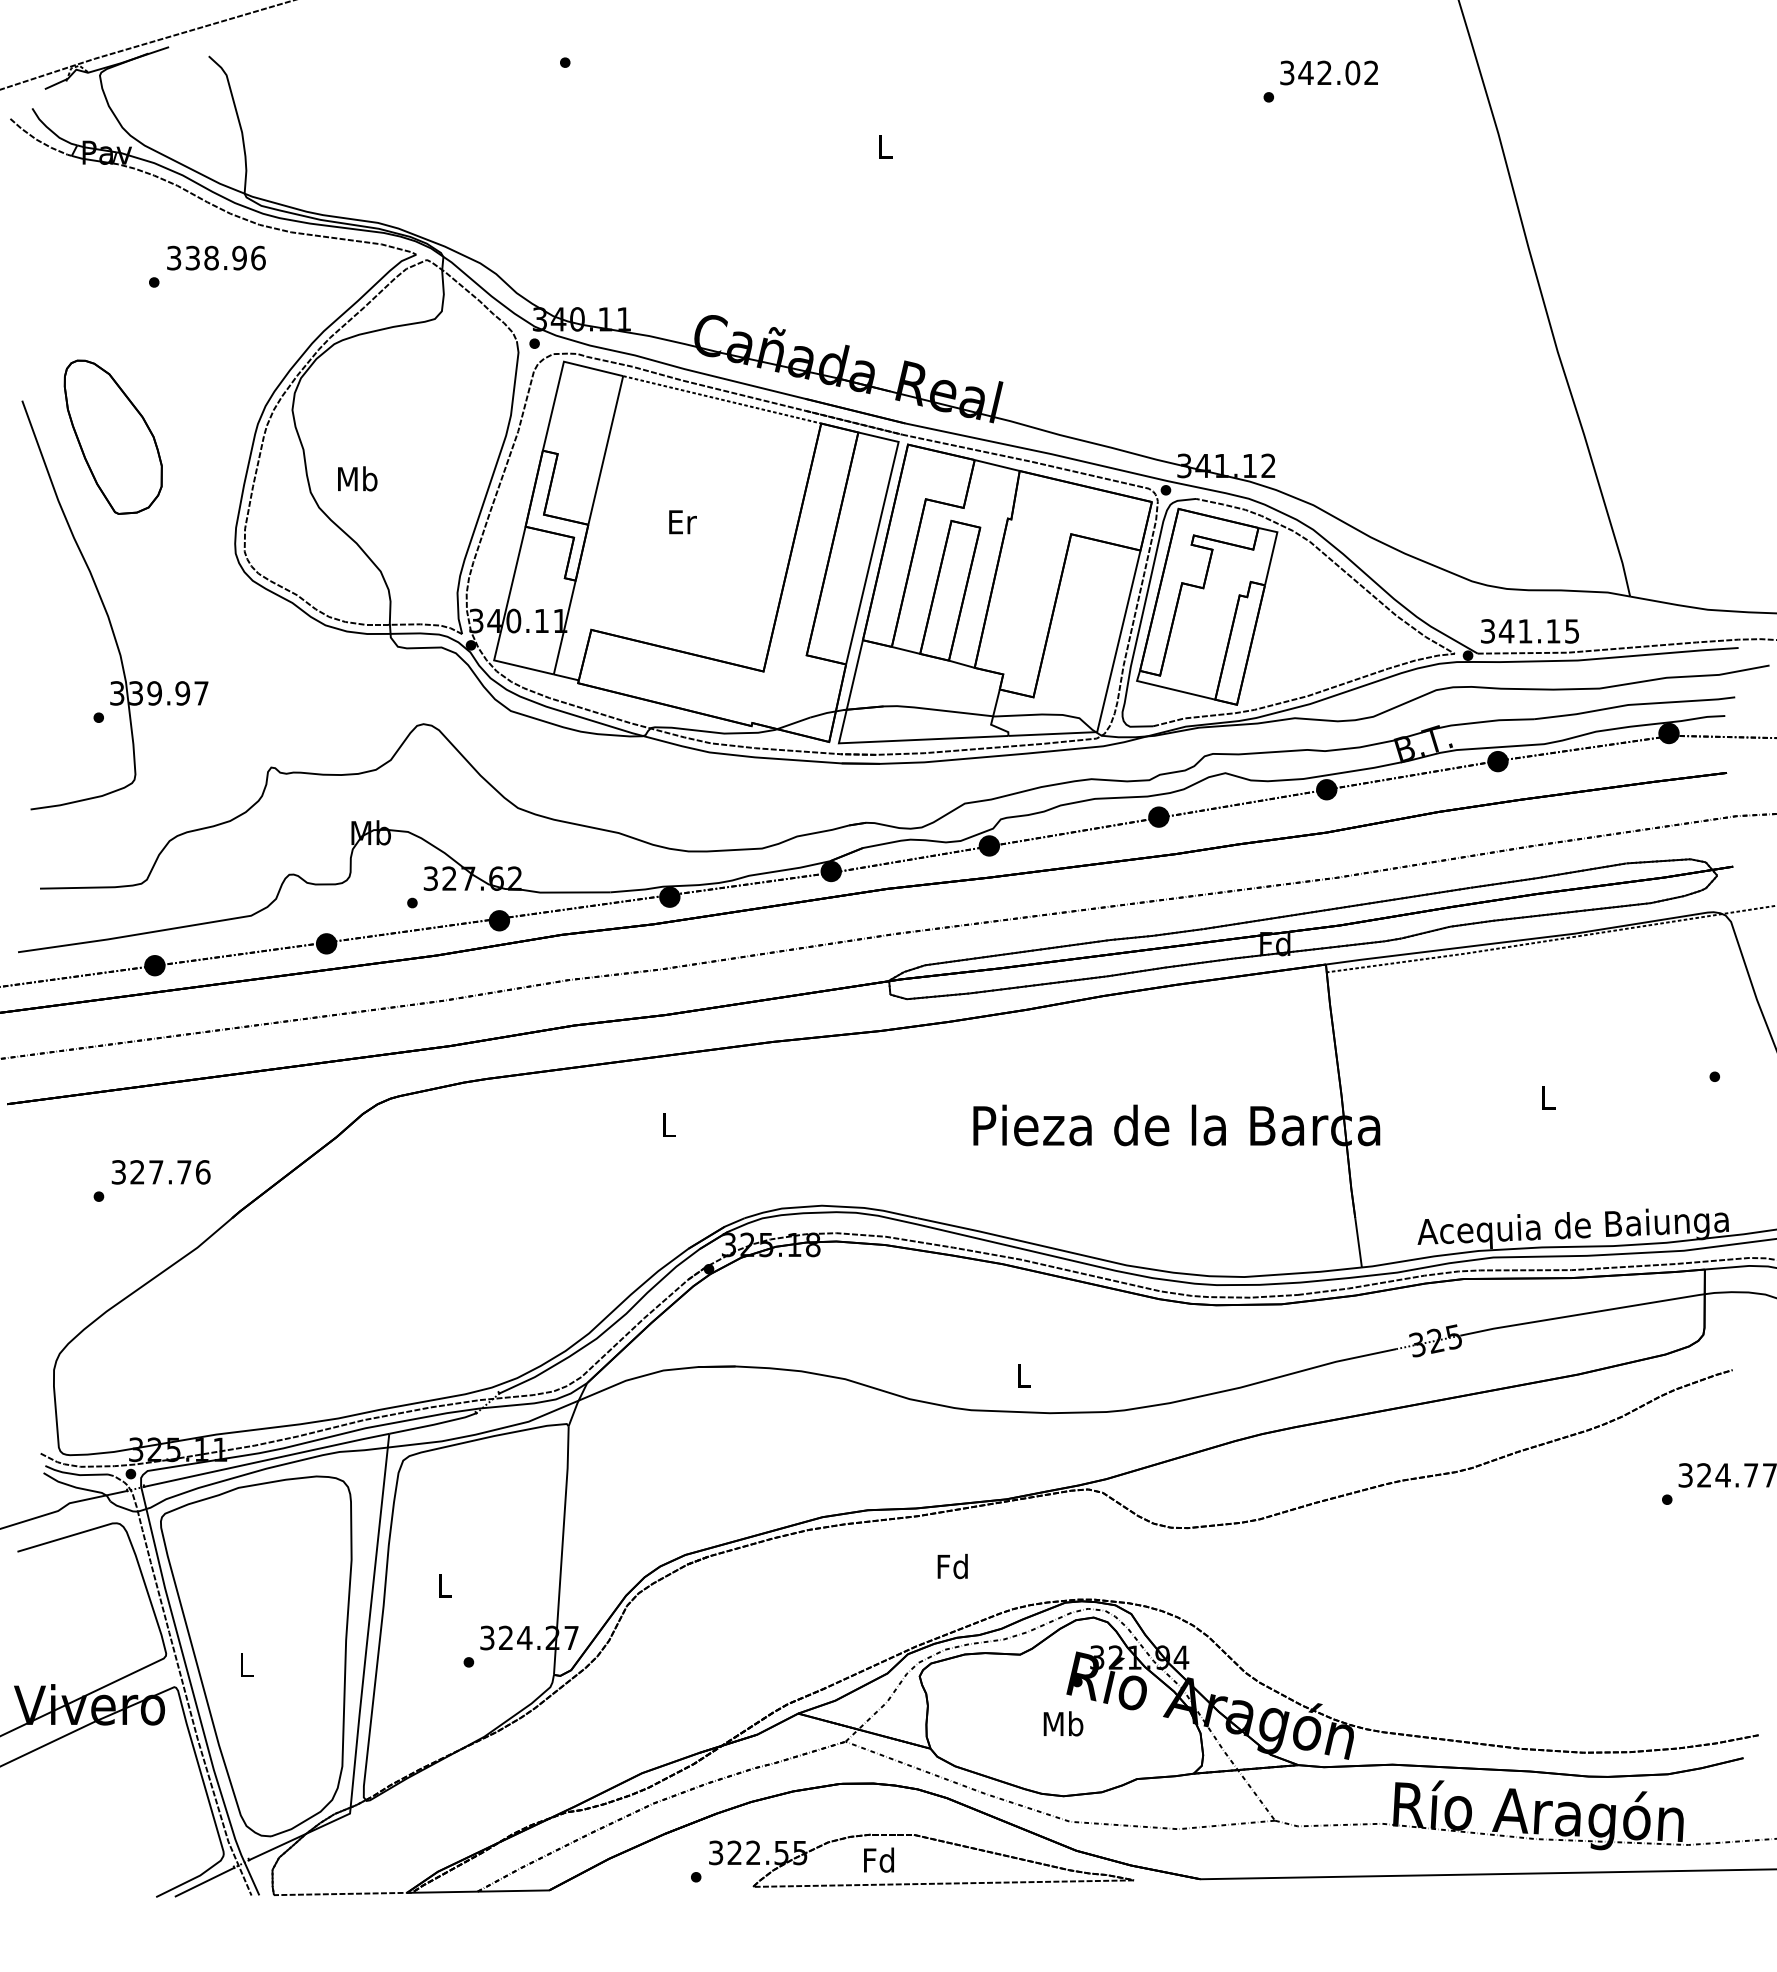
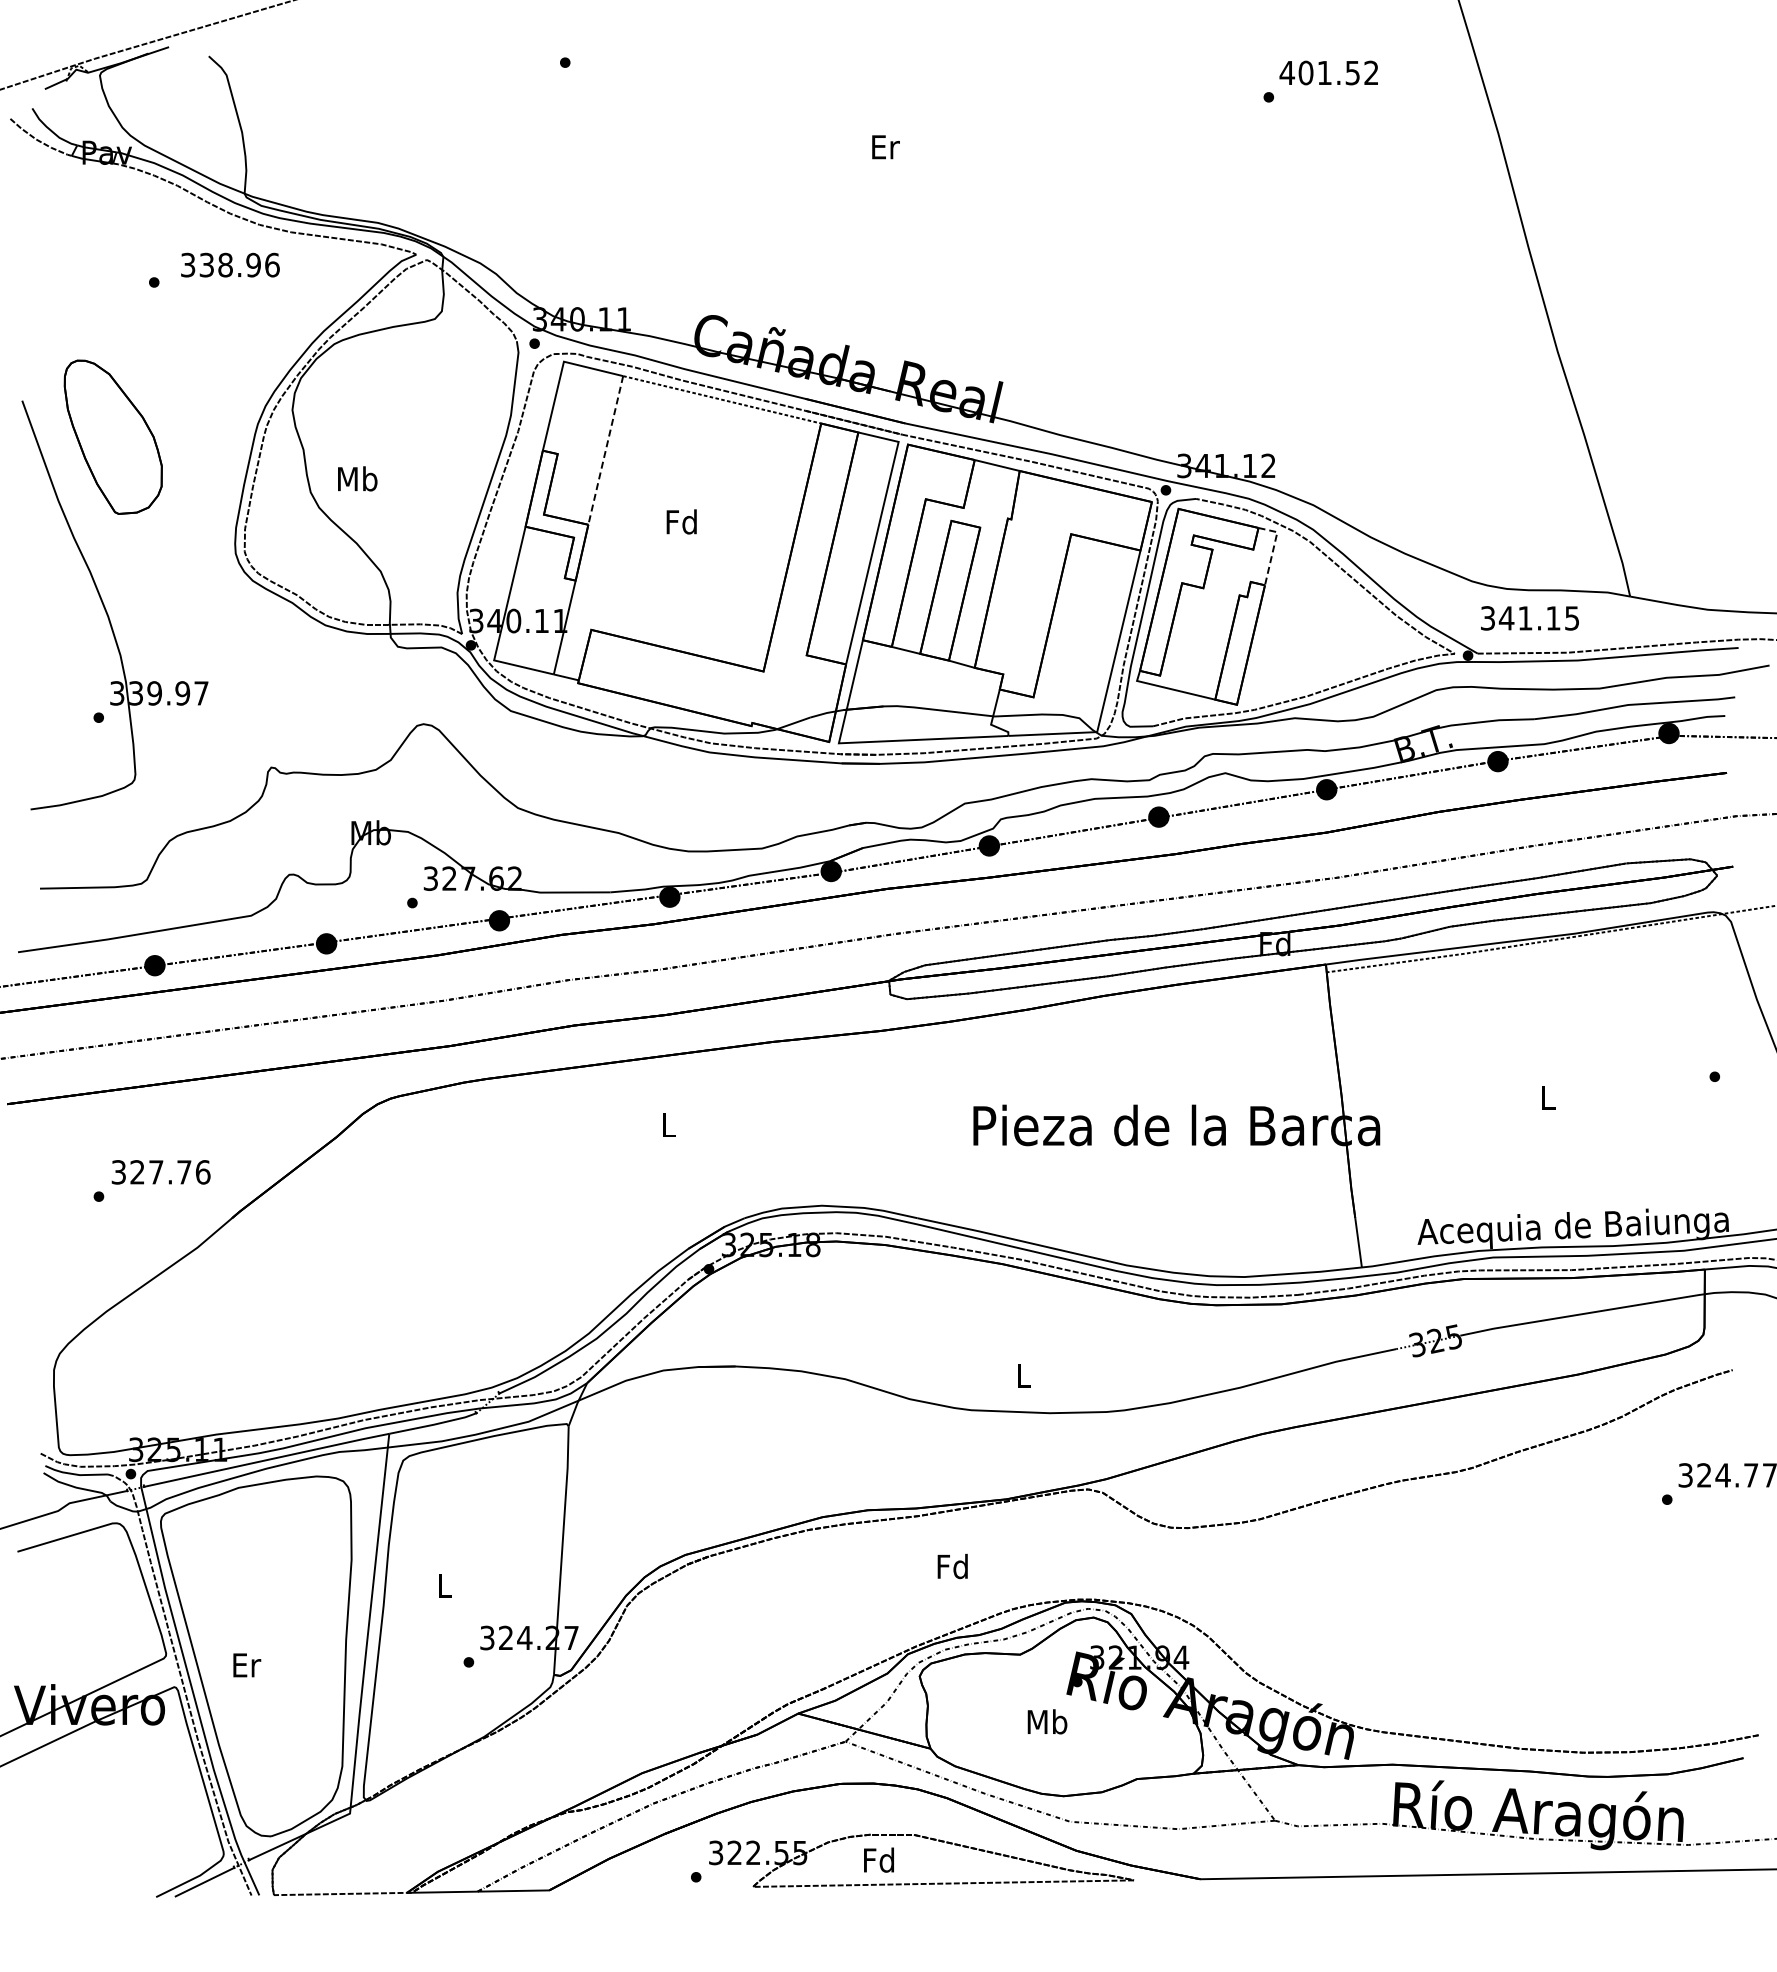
text at (1319, 72): 342.02 -> 401.52
text at (885, 147): L -> Er
text at (216, 257) position: (216, 257) -> (230, 264)
line at (605, 450): solid -> dashed
text at (681, 521): Er -> Fd
line at (1273, 548): solid -> dashed
text at (1529, 631) position: (1529, 631) -> (1529, 618)
text at (247, 1665): L -> Er
text at (1063, 1723) position: (1063, 1723) -> (1047, 1721)
